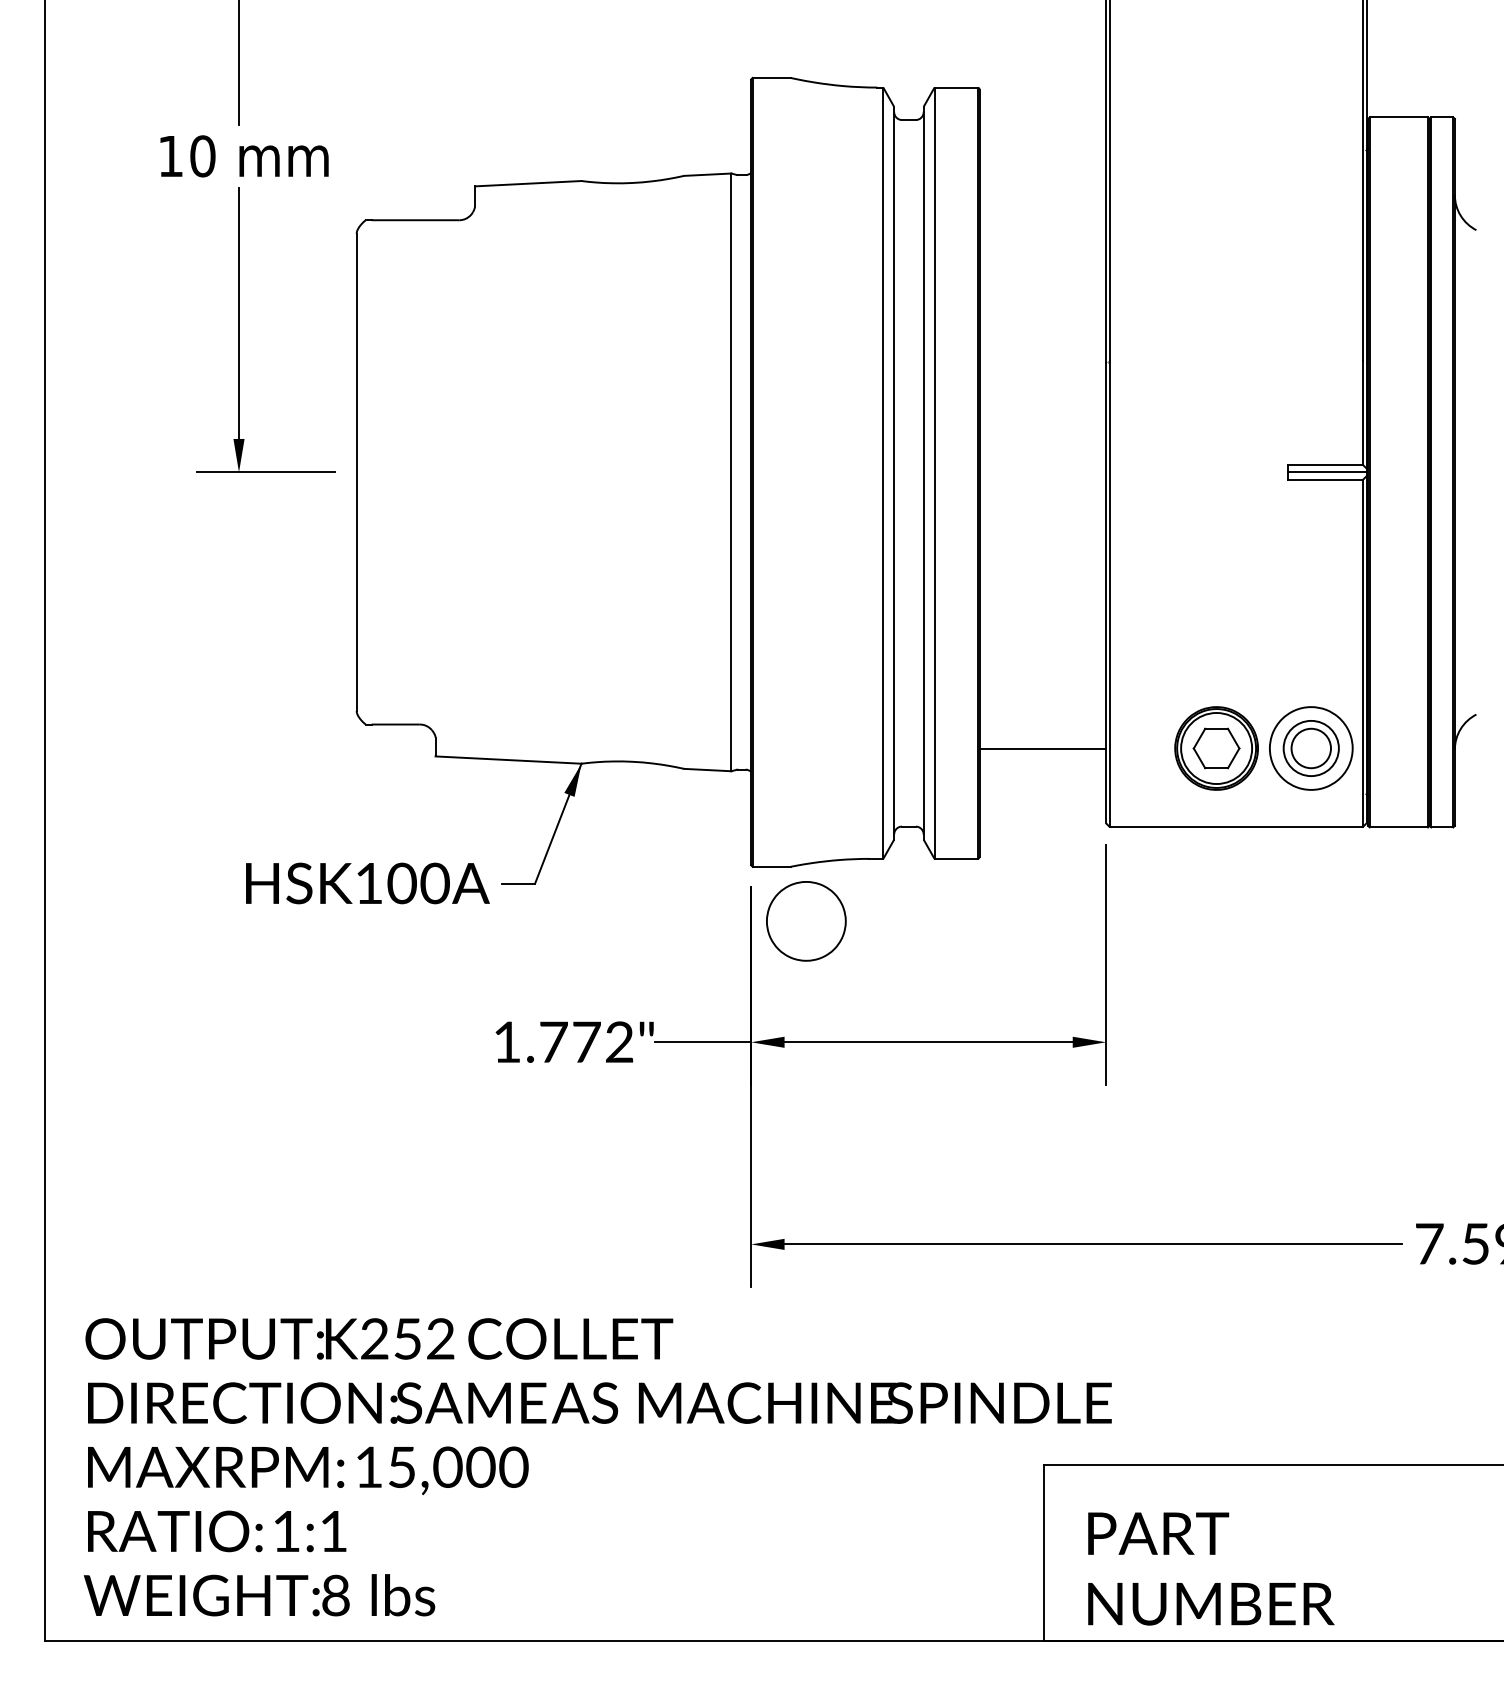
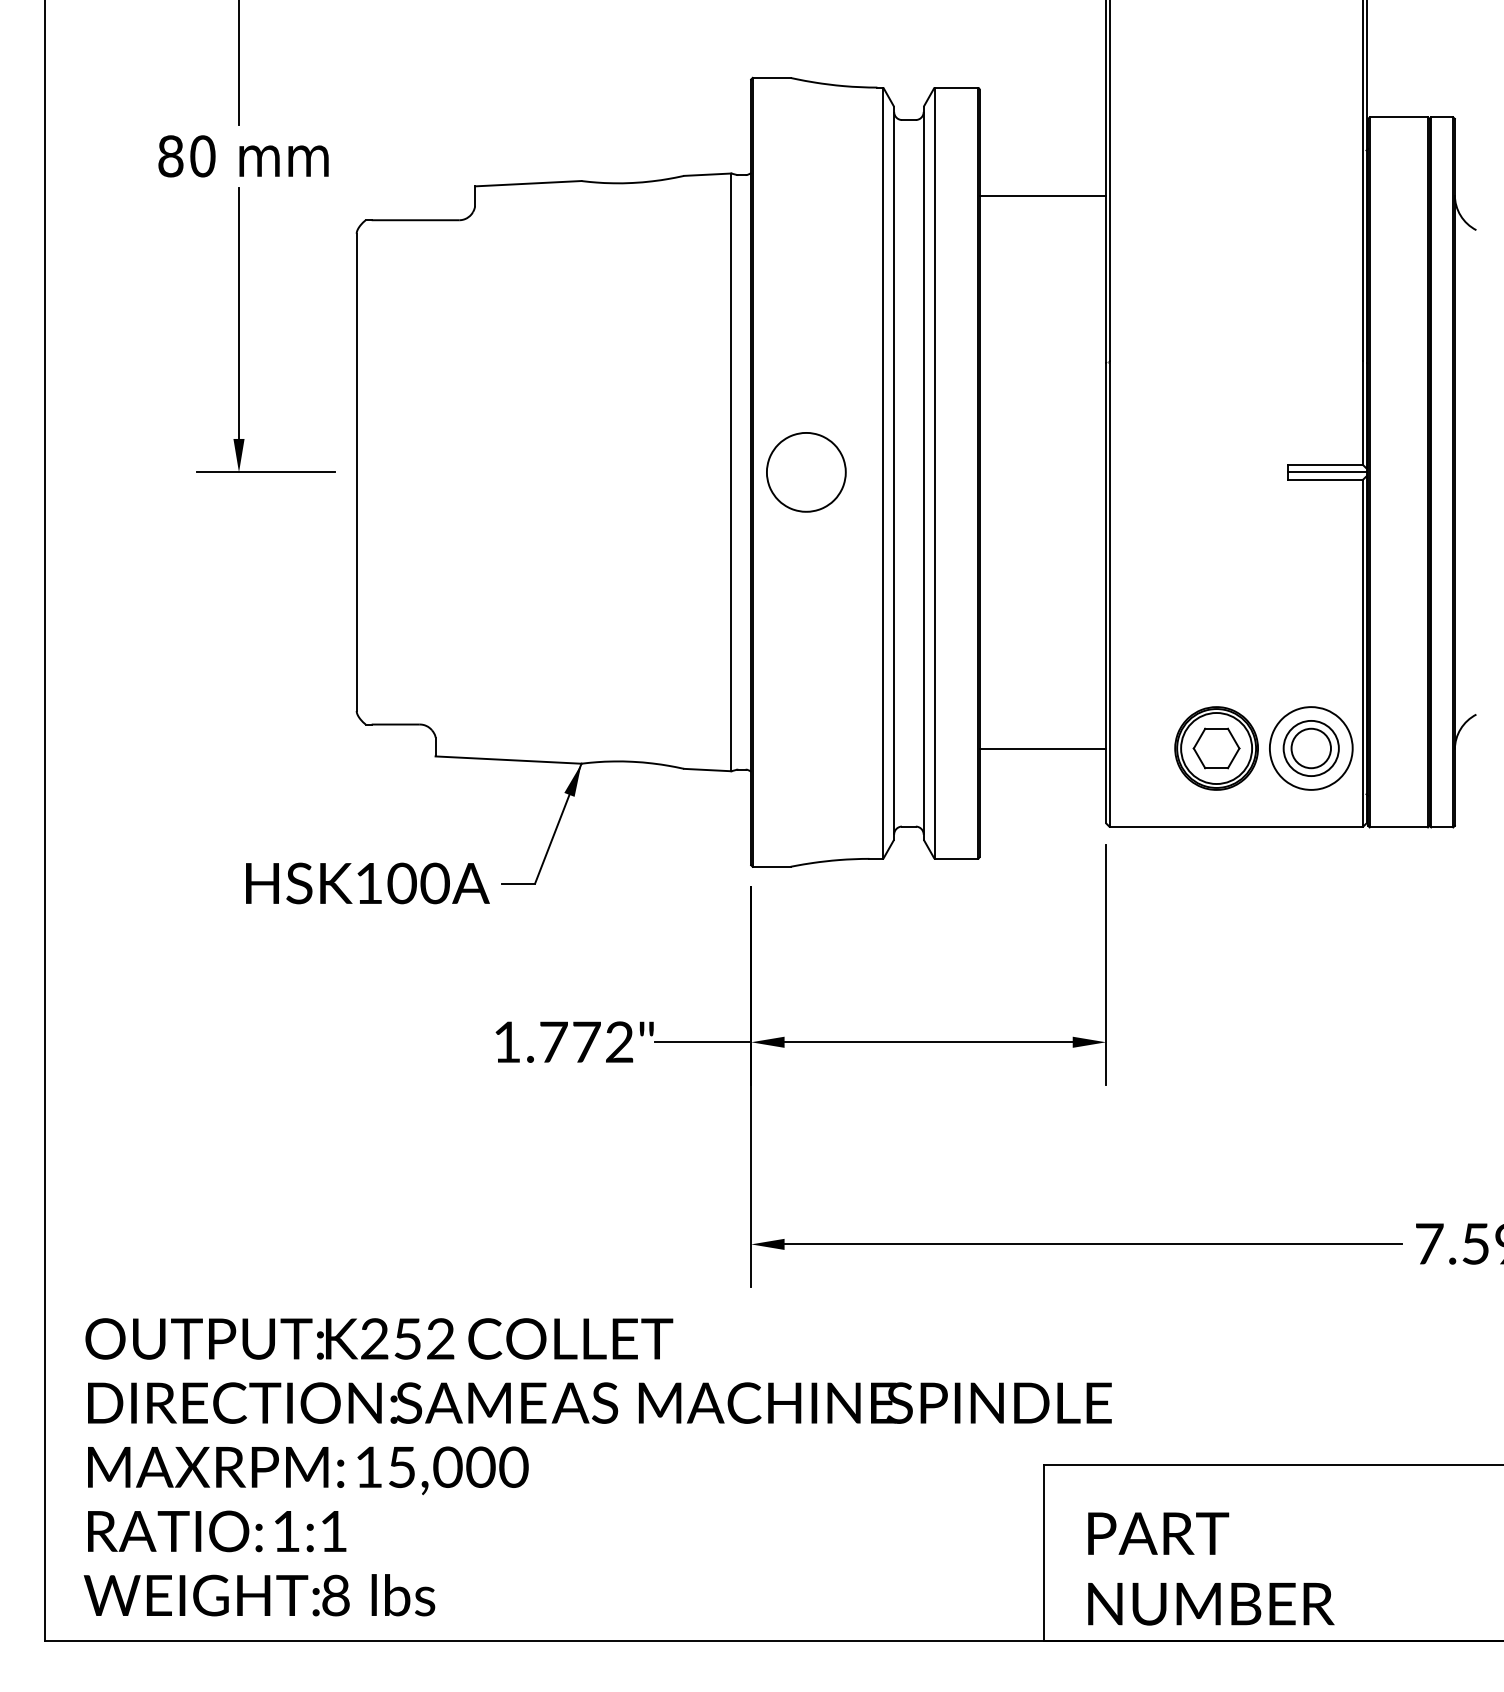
text at (170, 156): 10 -> 80
line at (1042, 196): none -> present
part at (806, 921) position: (806, 921) -> (806, 472)
